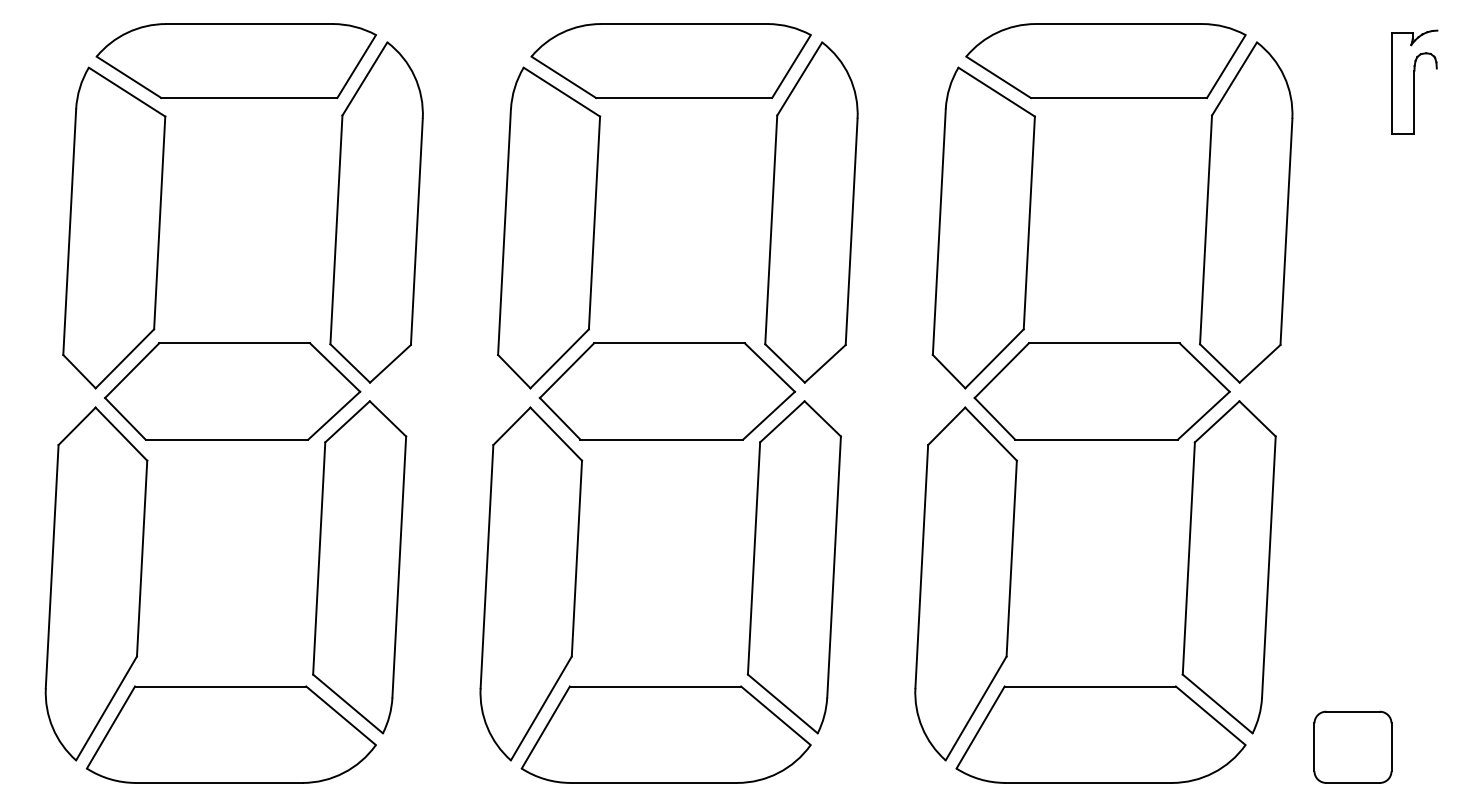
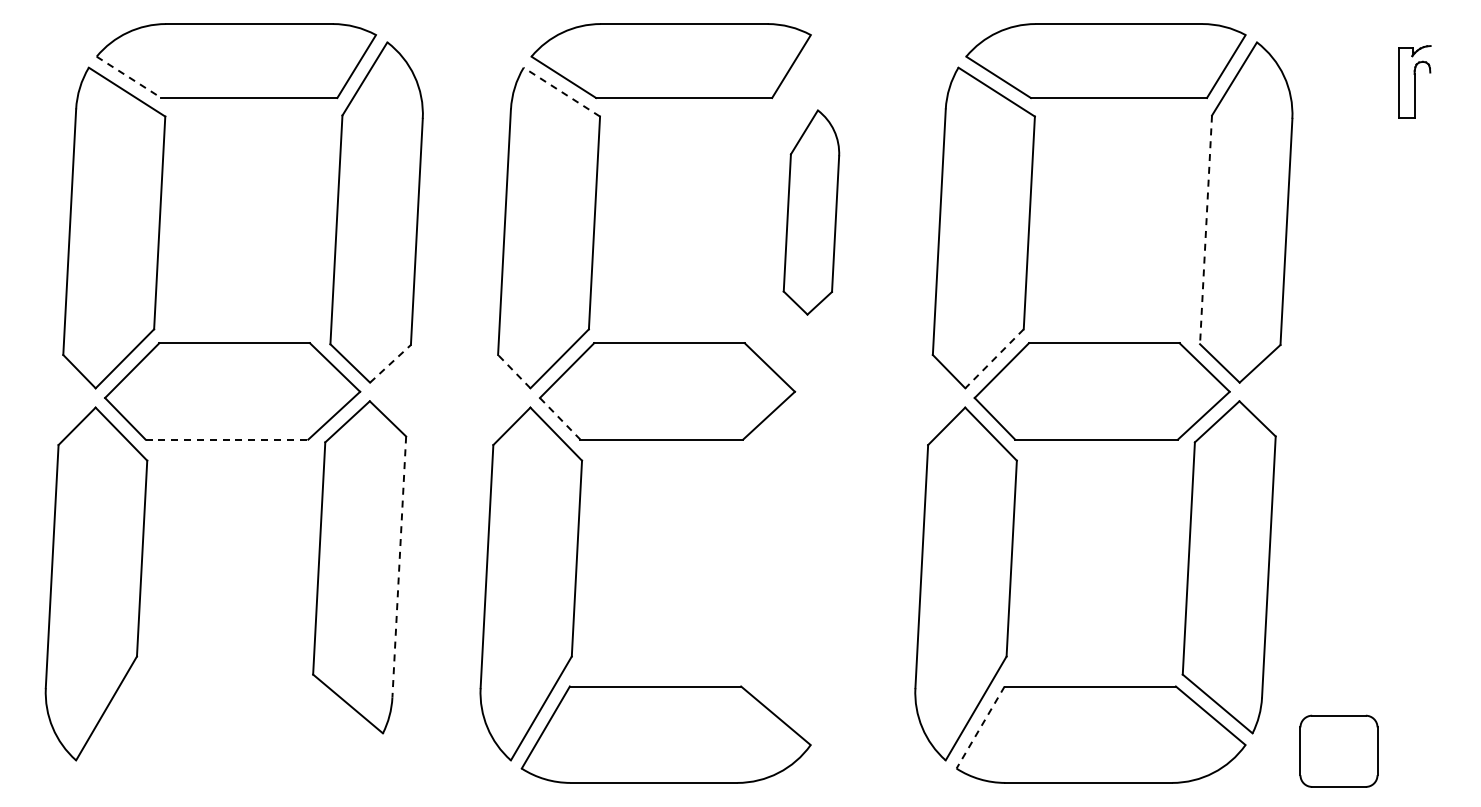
line at (129, 77): solid -> dashed
part at (1414, 81) size: 48x106 px -> 34x74 px
line at (561, 91): solid -> dashed
part at (811, 212) size: 95x343 px -> 59x207 px
line at (1206, 230): solid -> dashed
line at (994, 358): solid -> dashed
line at (390, 363): solid -> dashed
line at (513, 371): solid -> dashed
line at (560, 419): solid -> dashed
line at (227, 439): solid -> dashed
line at (399, 567): solid -> dashed
part at (793, 567): present -> none
line at (980, 727): solid -> dashed
part at (230, 734): present -> none
part at (1352, 746) position: (1352, 746) -> (1338, 750)
